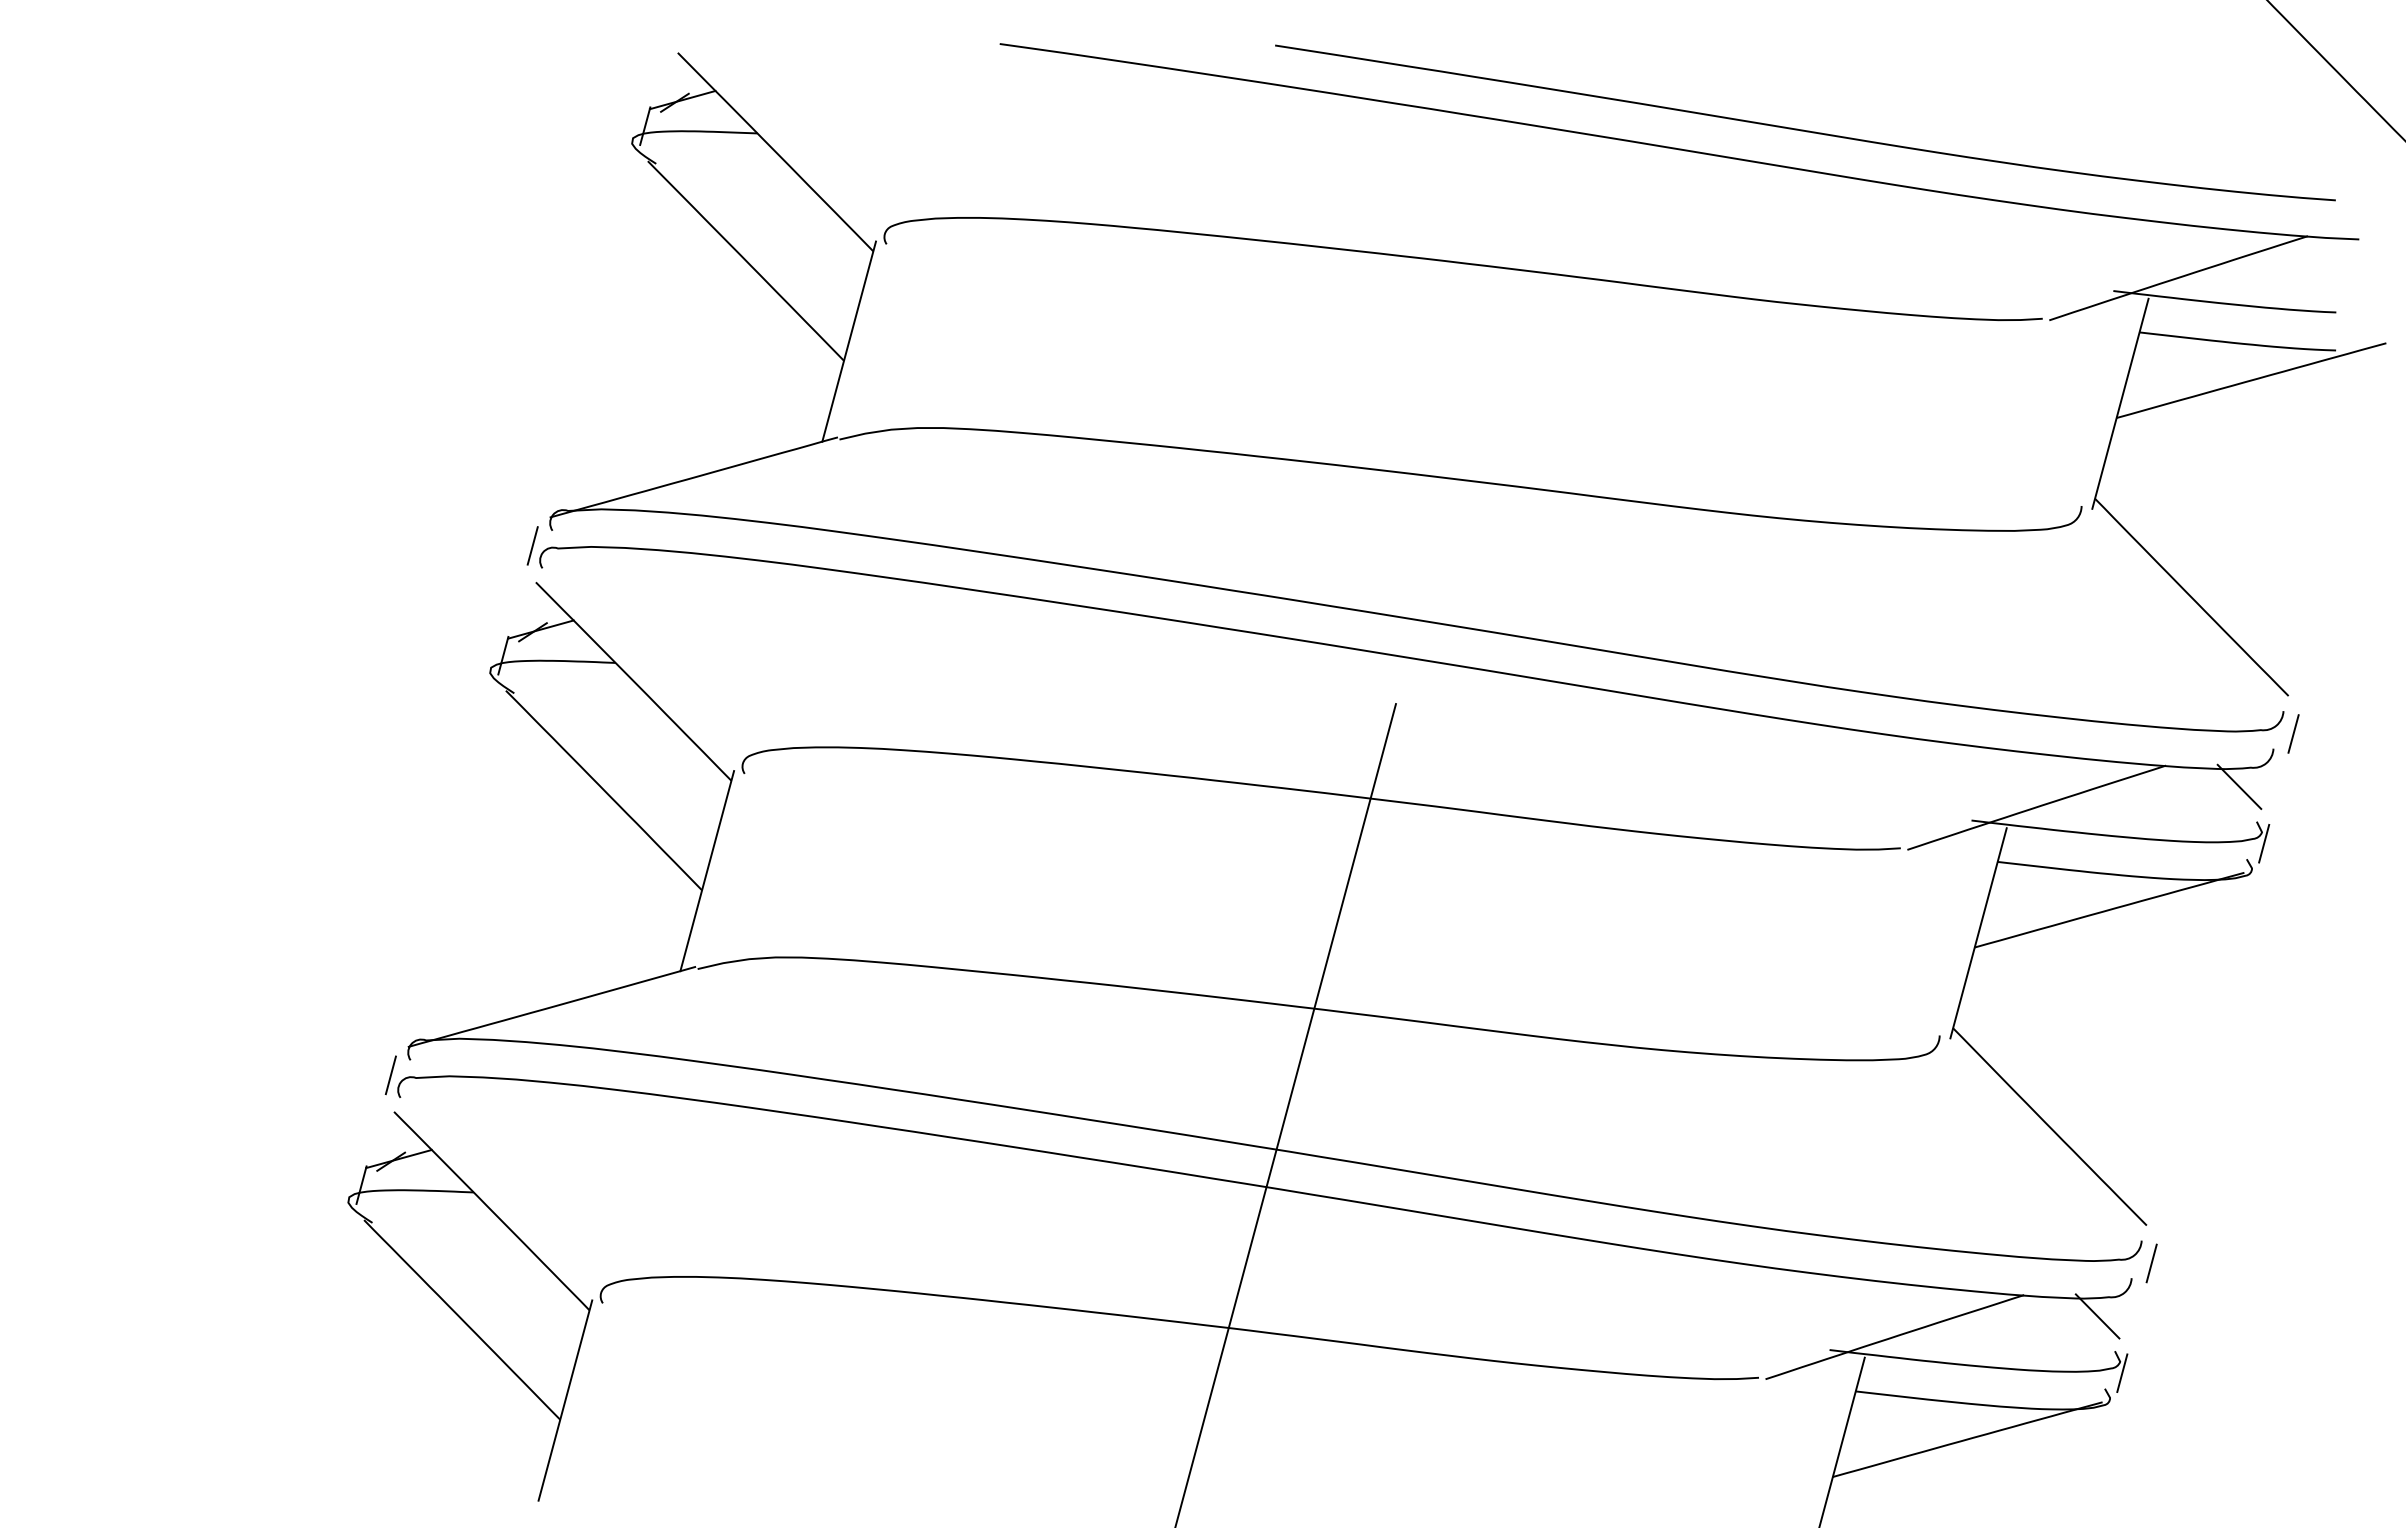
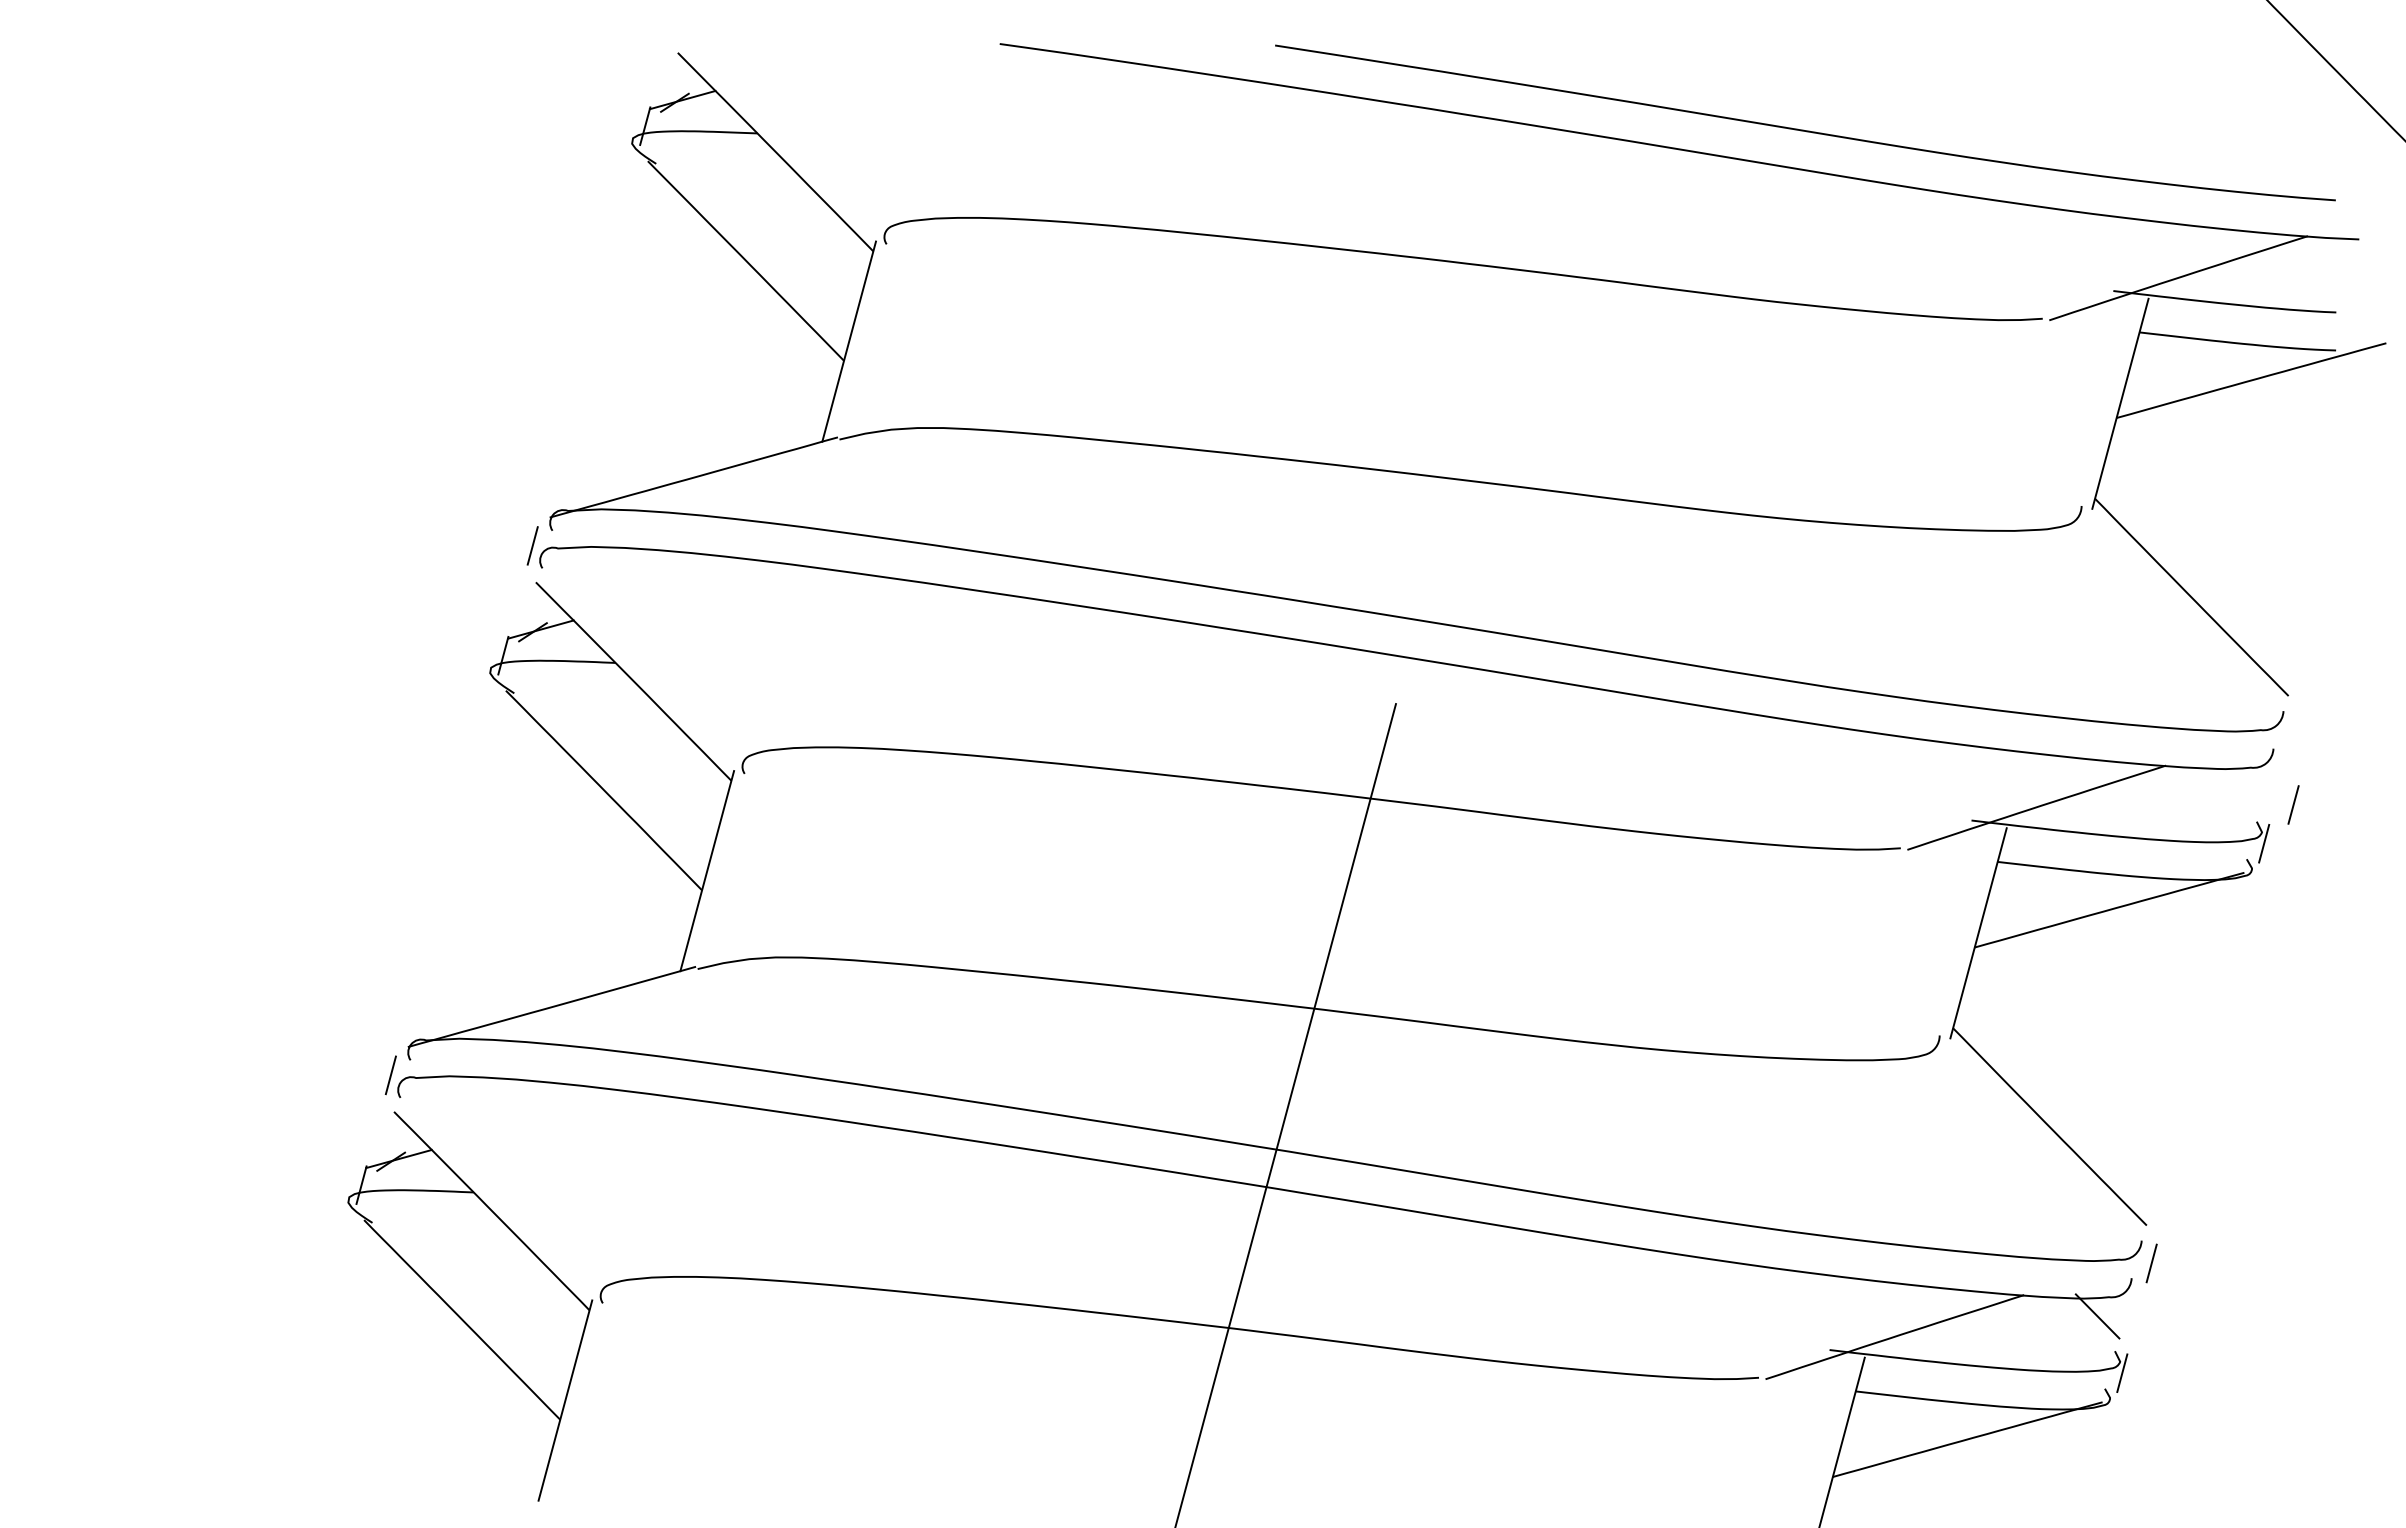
line at (2293, 733) position: (2293, 733) -> (2293, 804)
line at (2239, 786): present -> none
